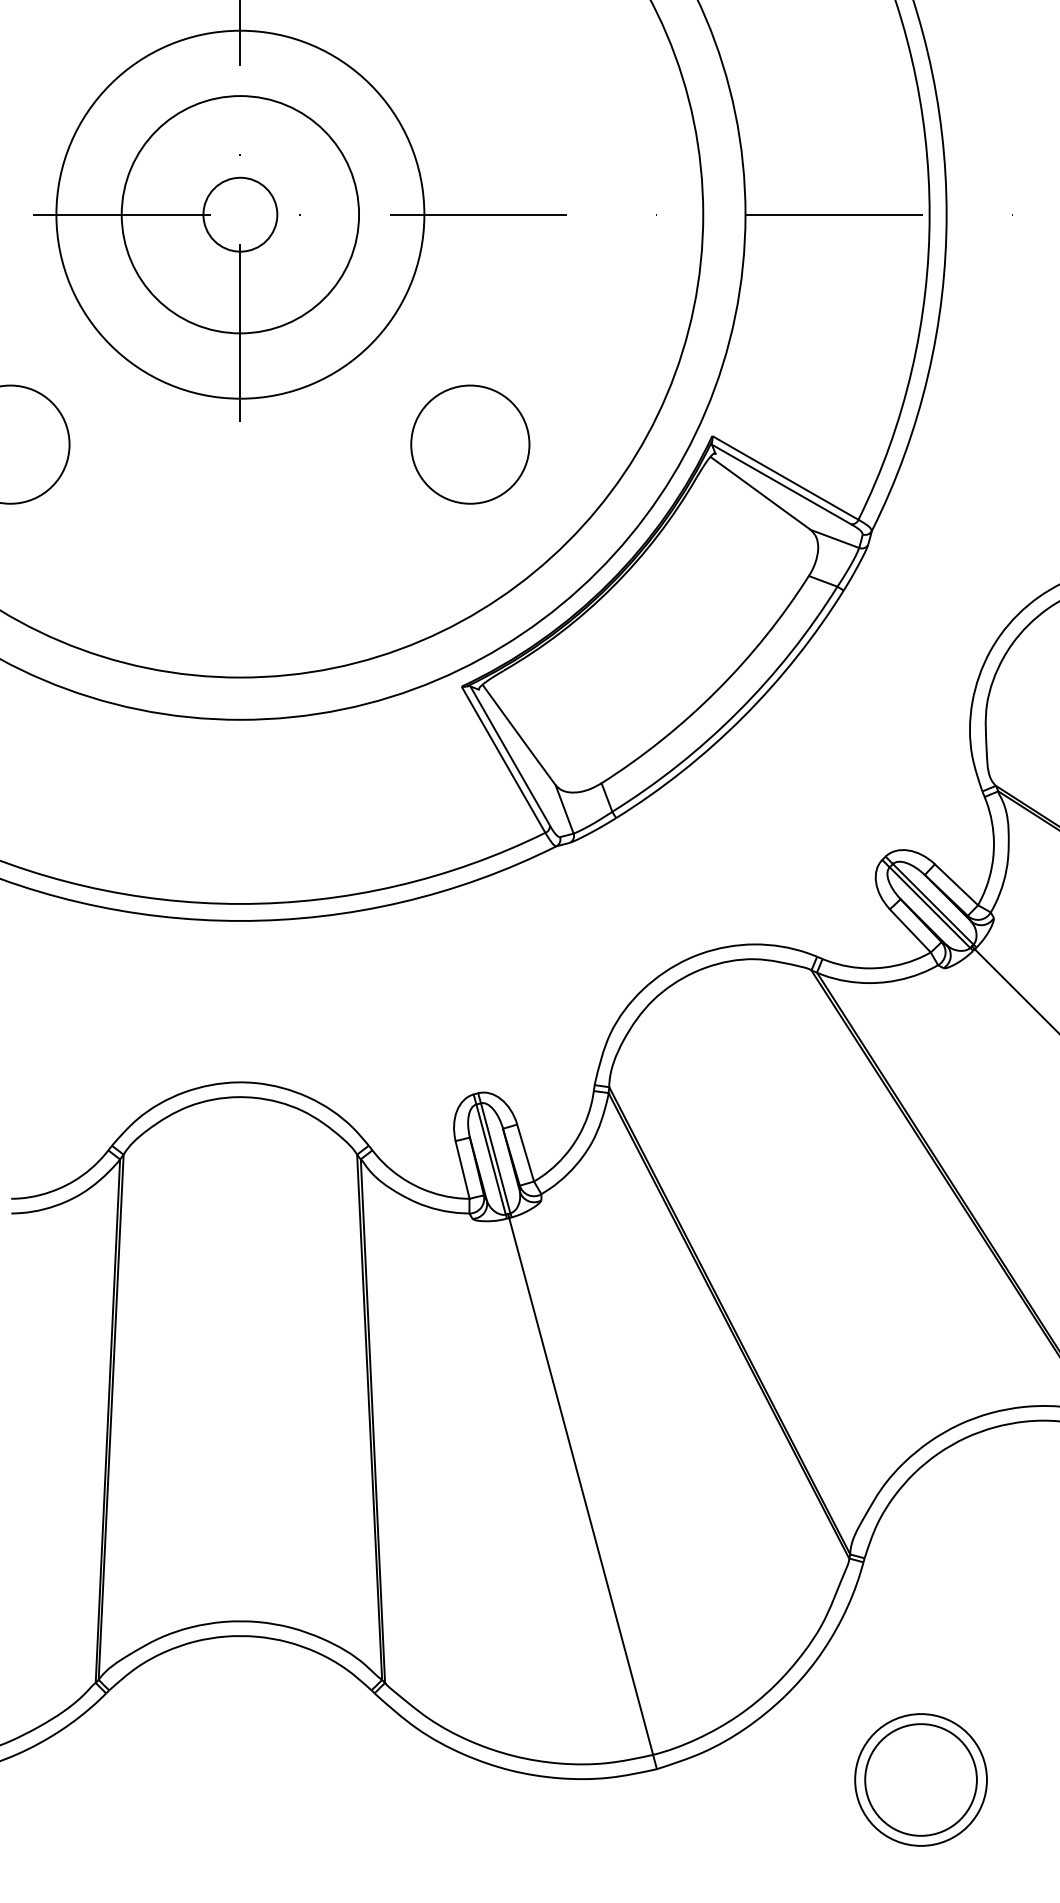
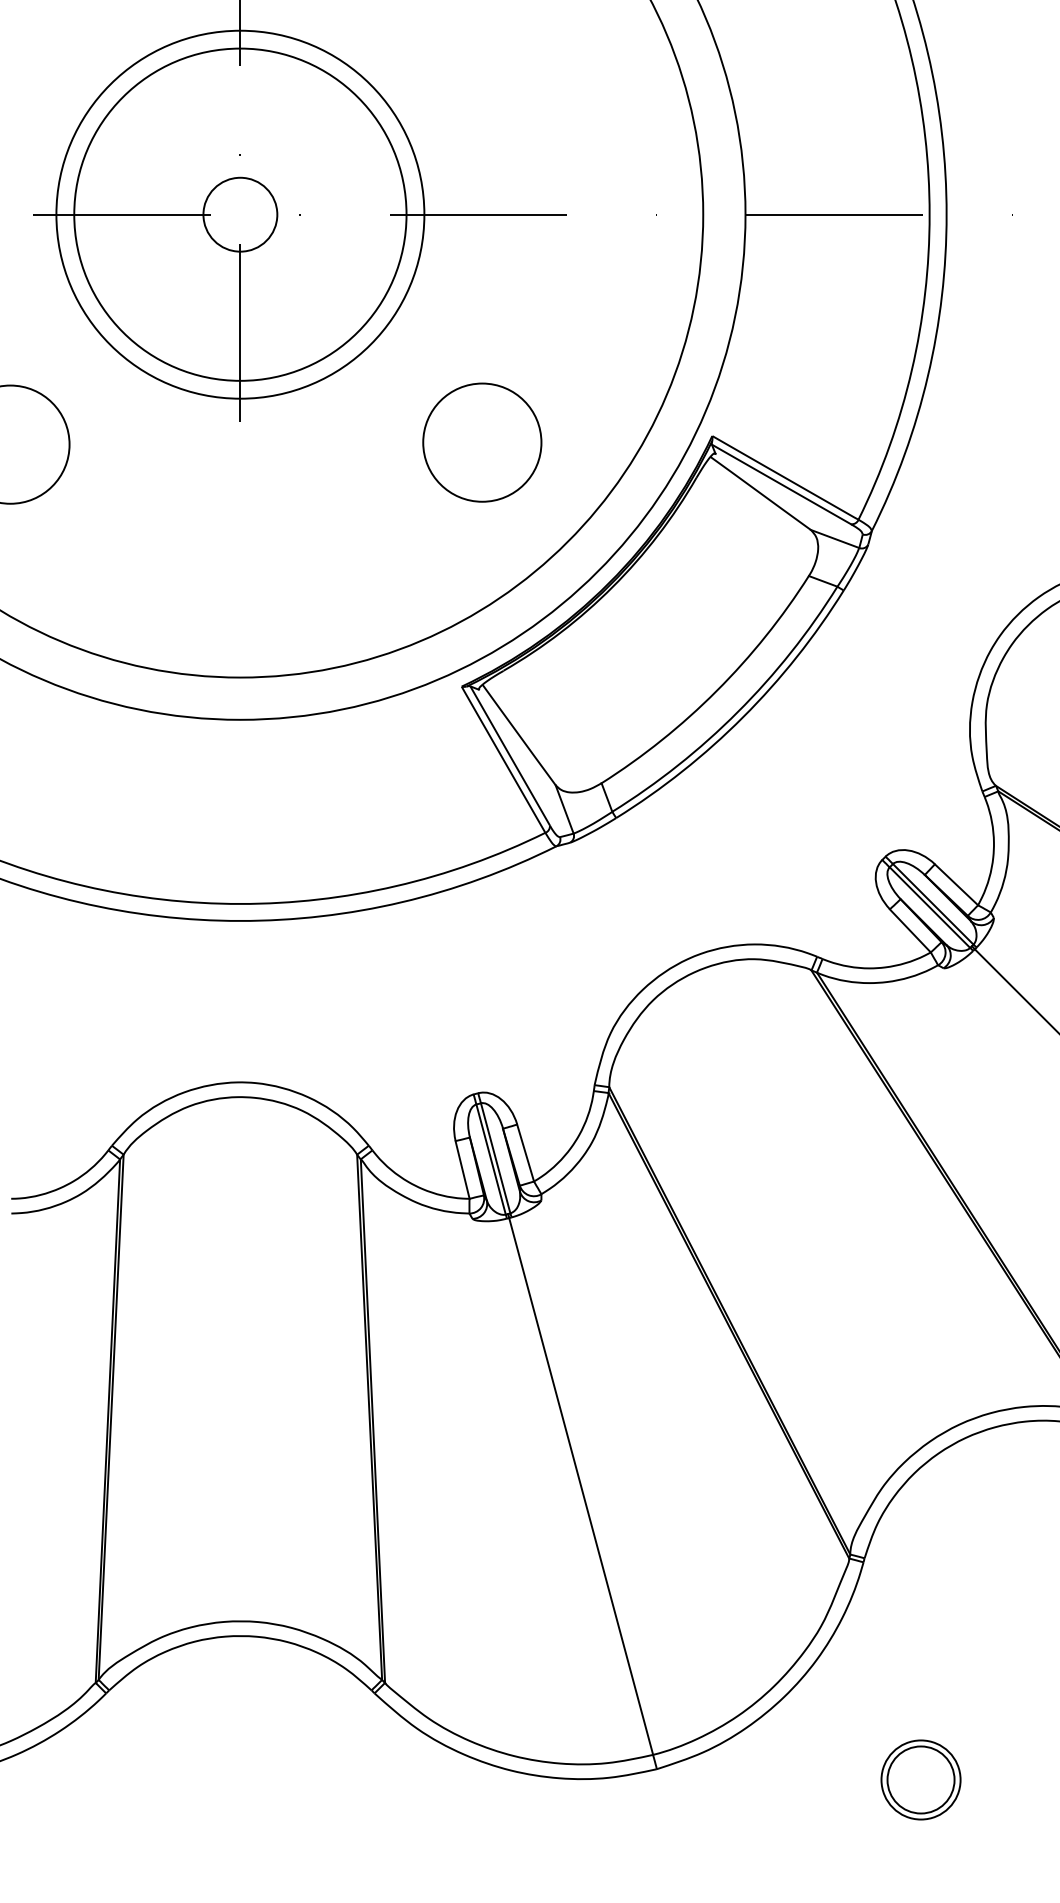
circle at (240, 214) diameter: 237 px -> 332 px
circle at (470, 444) position: (470, 444) -> (482, 442)
part at (920, 1779) size: 134x134 px -> 82x82 px
